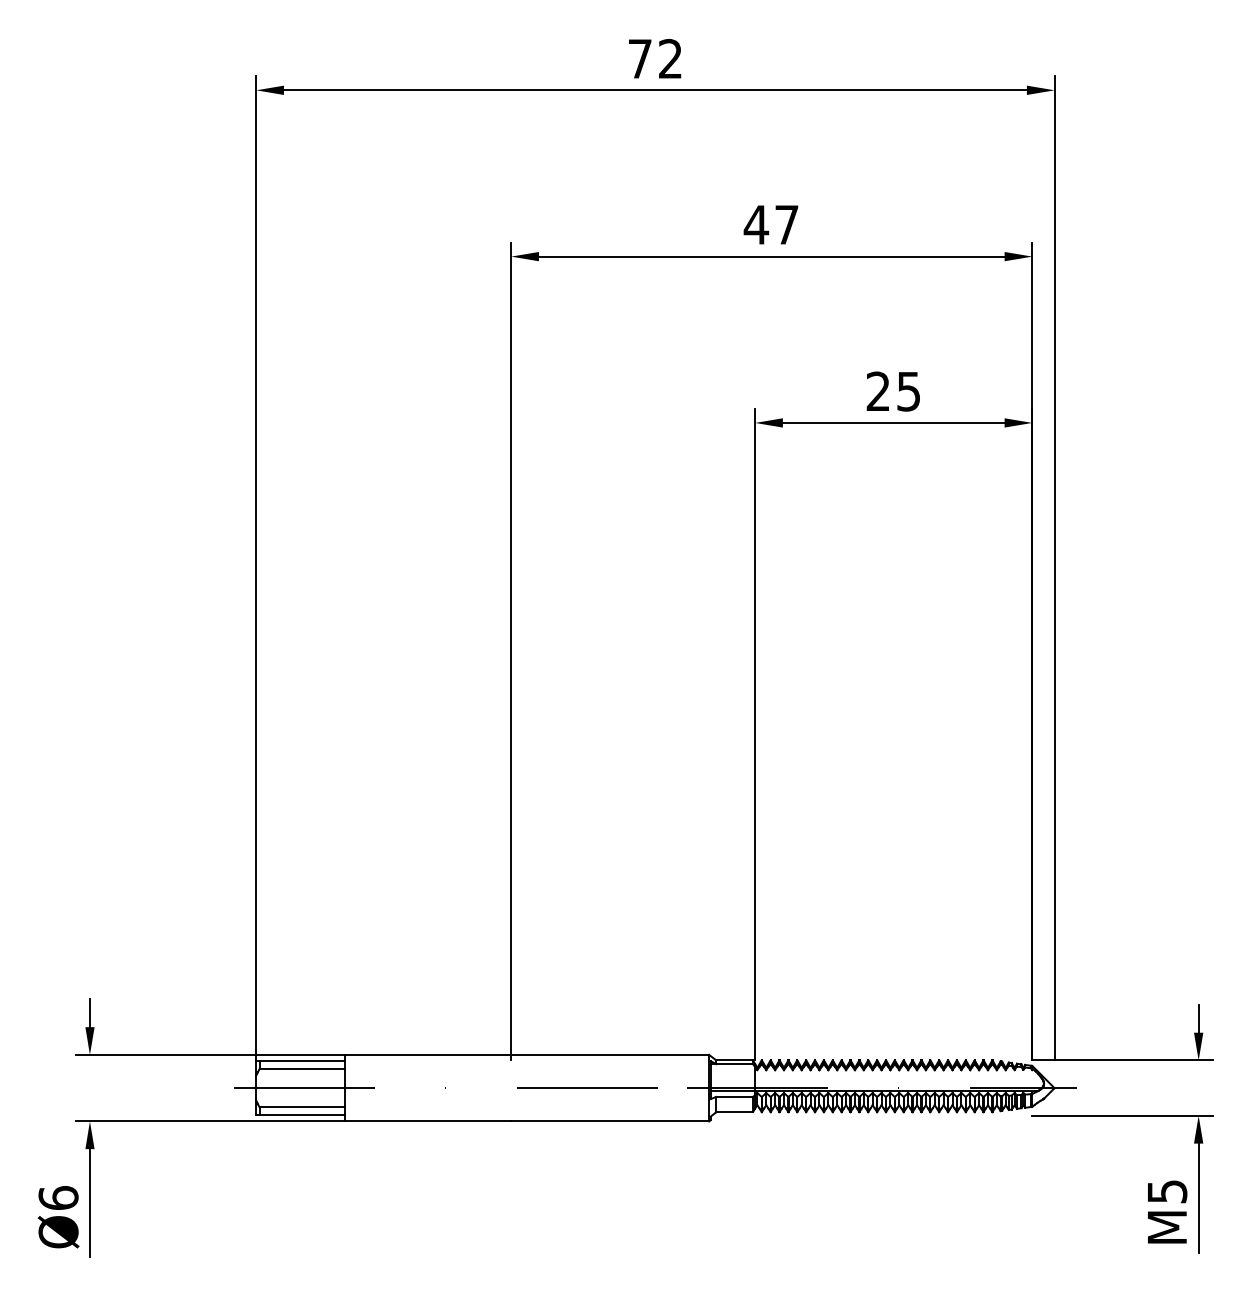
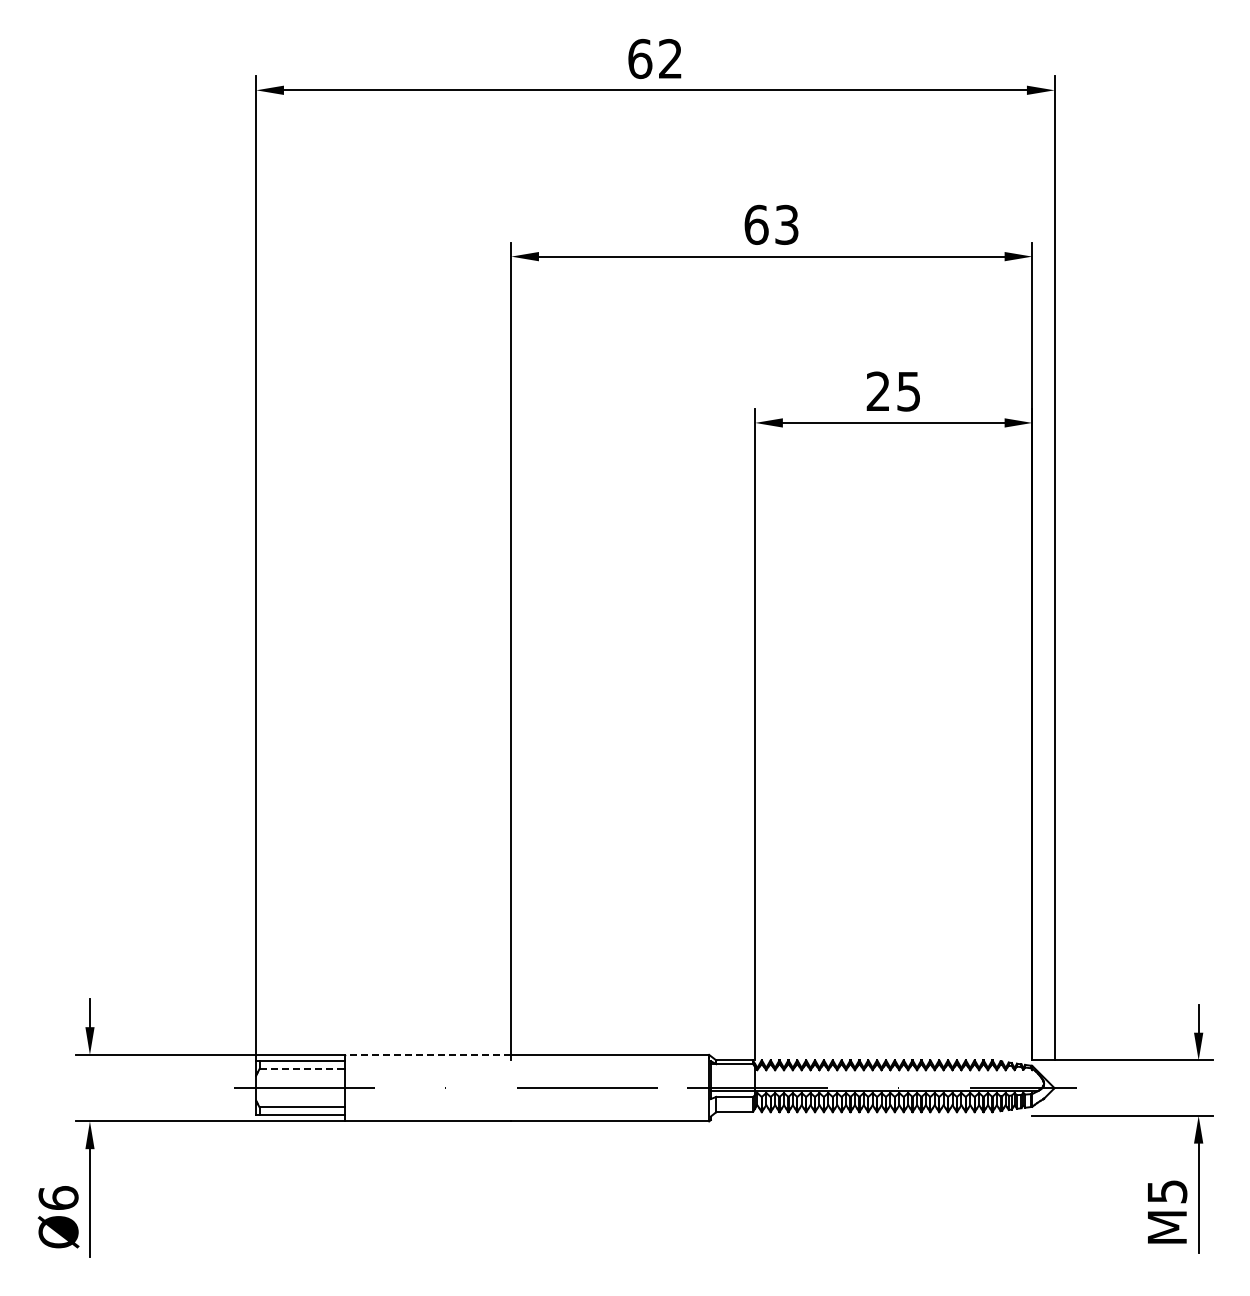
text at (640, 58): 72 -> 62
text at (770, 224): 47 -> 63
line at (427, 1054): solid -> dashed
line at (302, 1068): solid -> dashed
